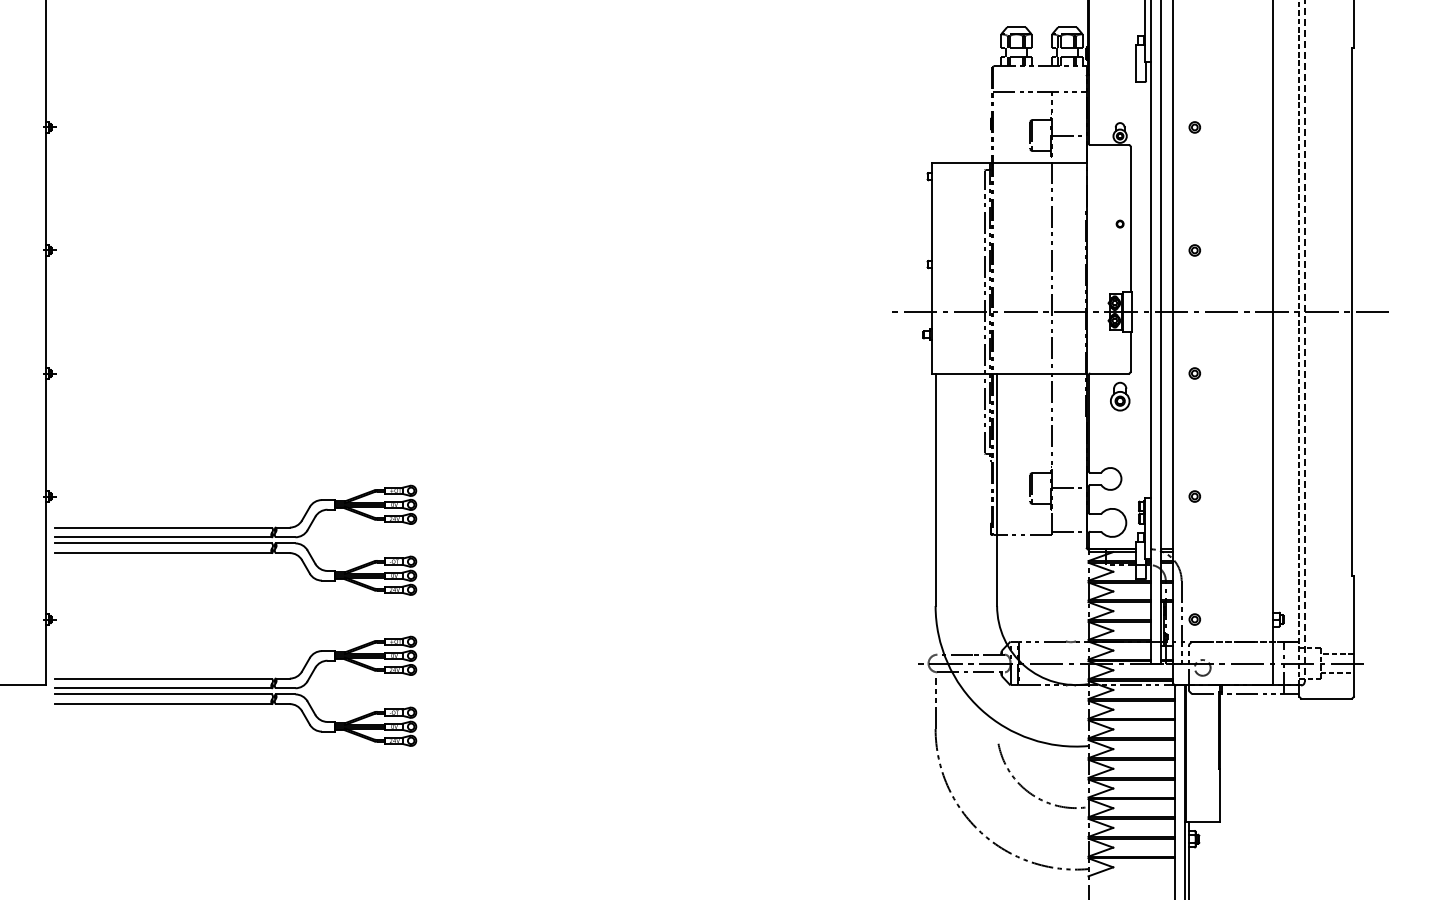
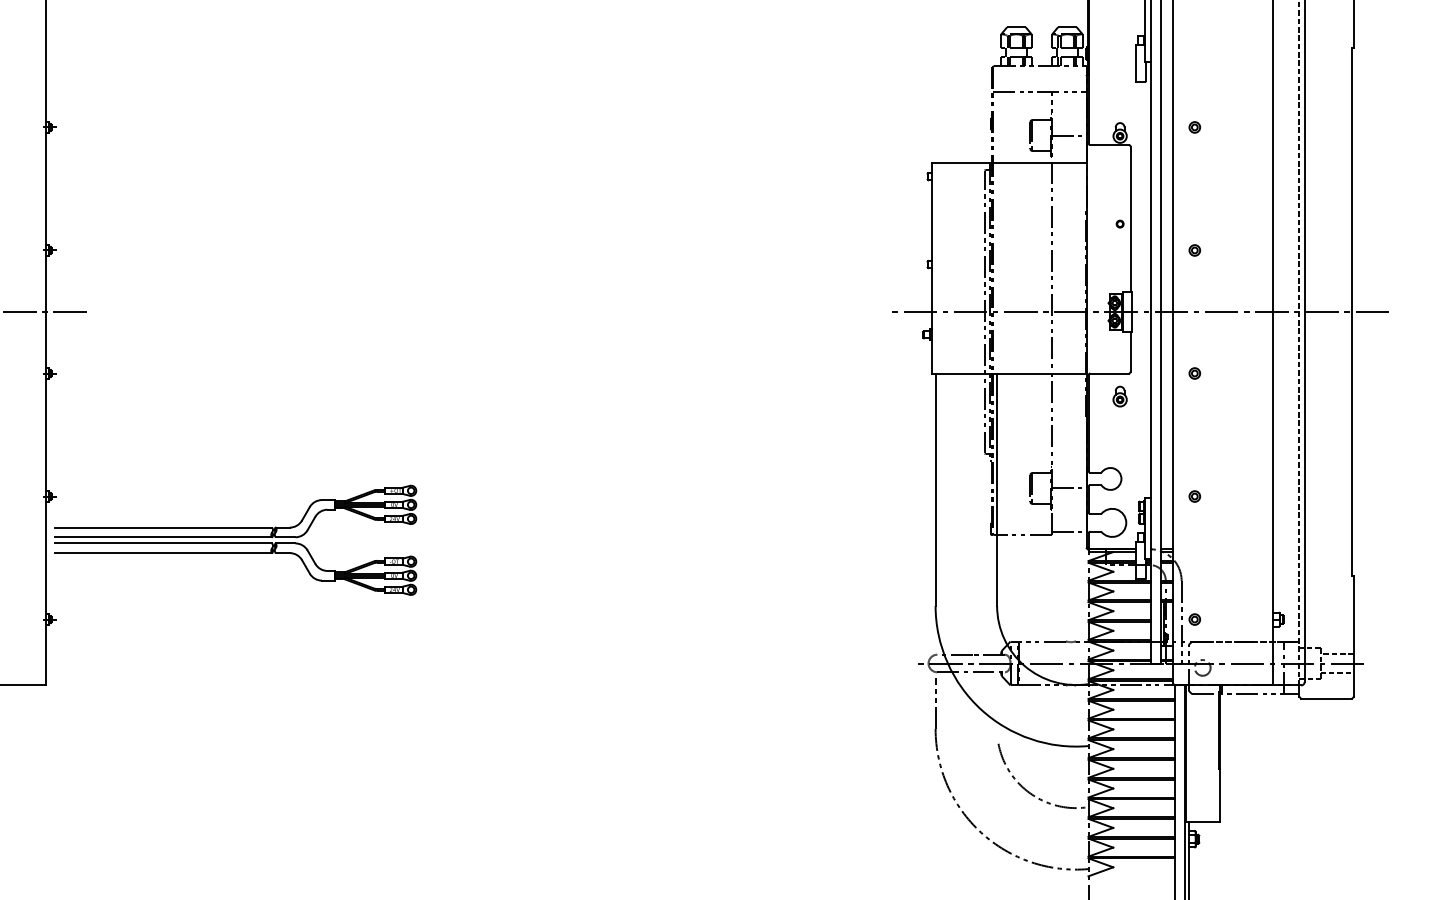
line at (44, 312): none -> present
line at (1304, 341): dashed -> solid
part at (1120, 396) size: 21x31 px -> 16x23 px
part at (235, 690): present -> none
